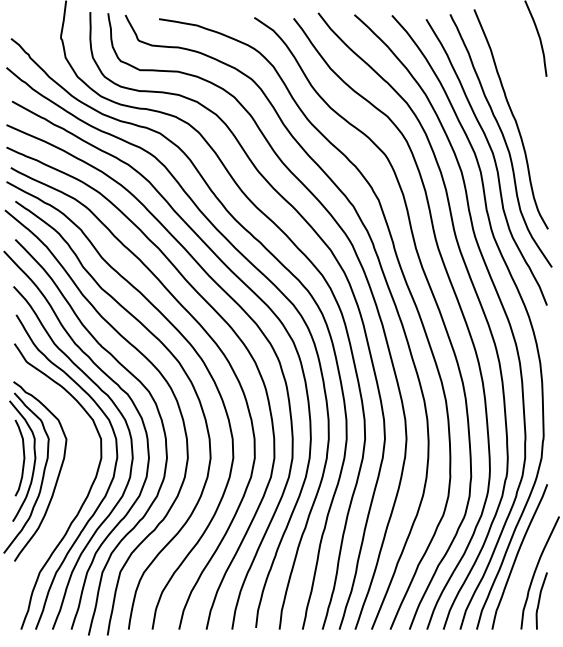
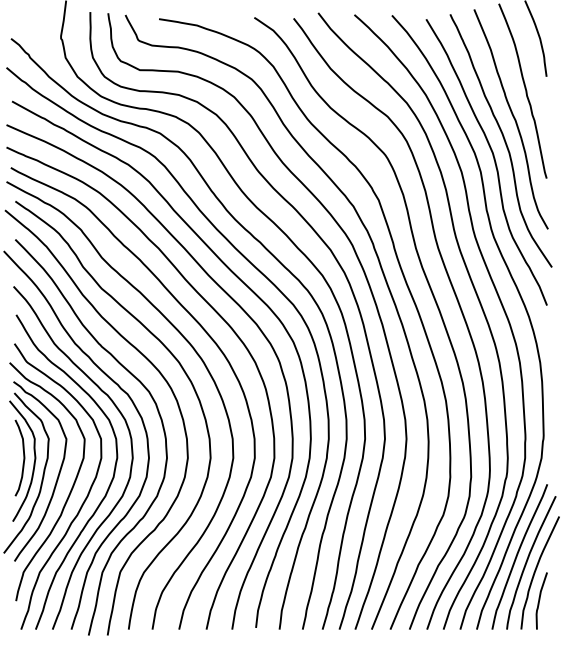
curve at (524, 88): none -> present
curve at (70, 489): none -> present
curve at (528, 560): none -> present
